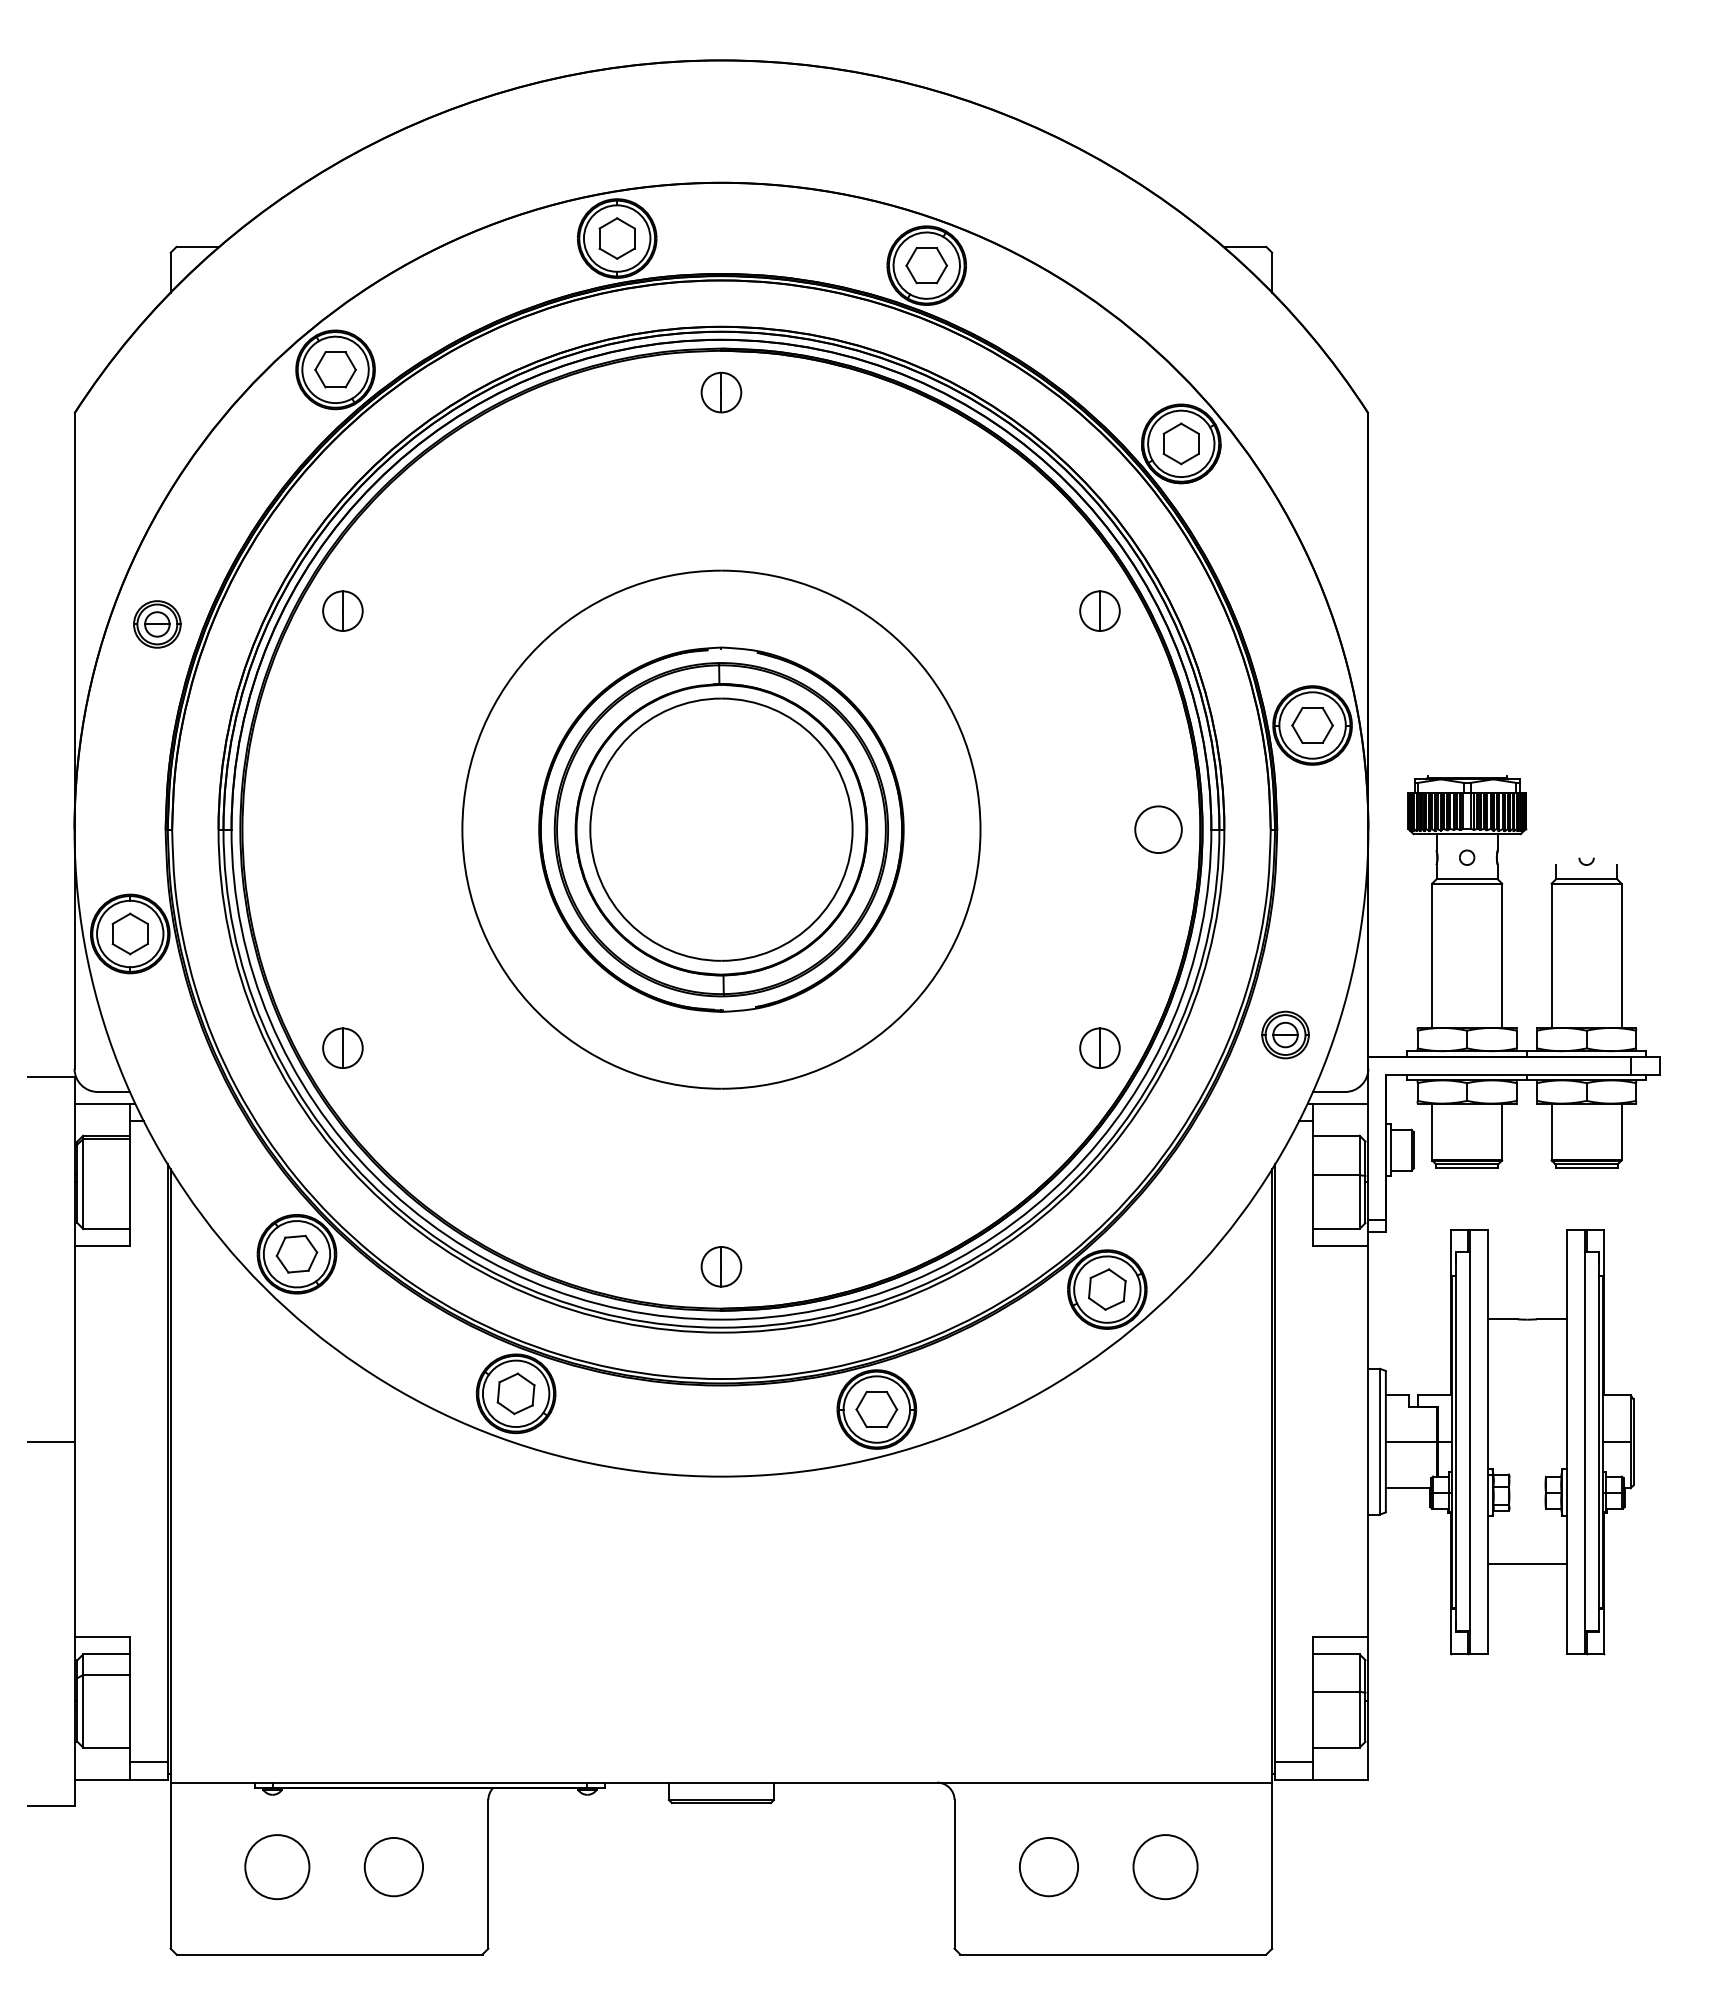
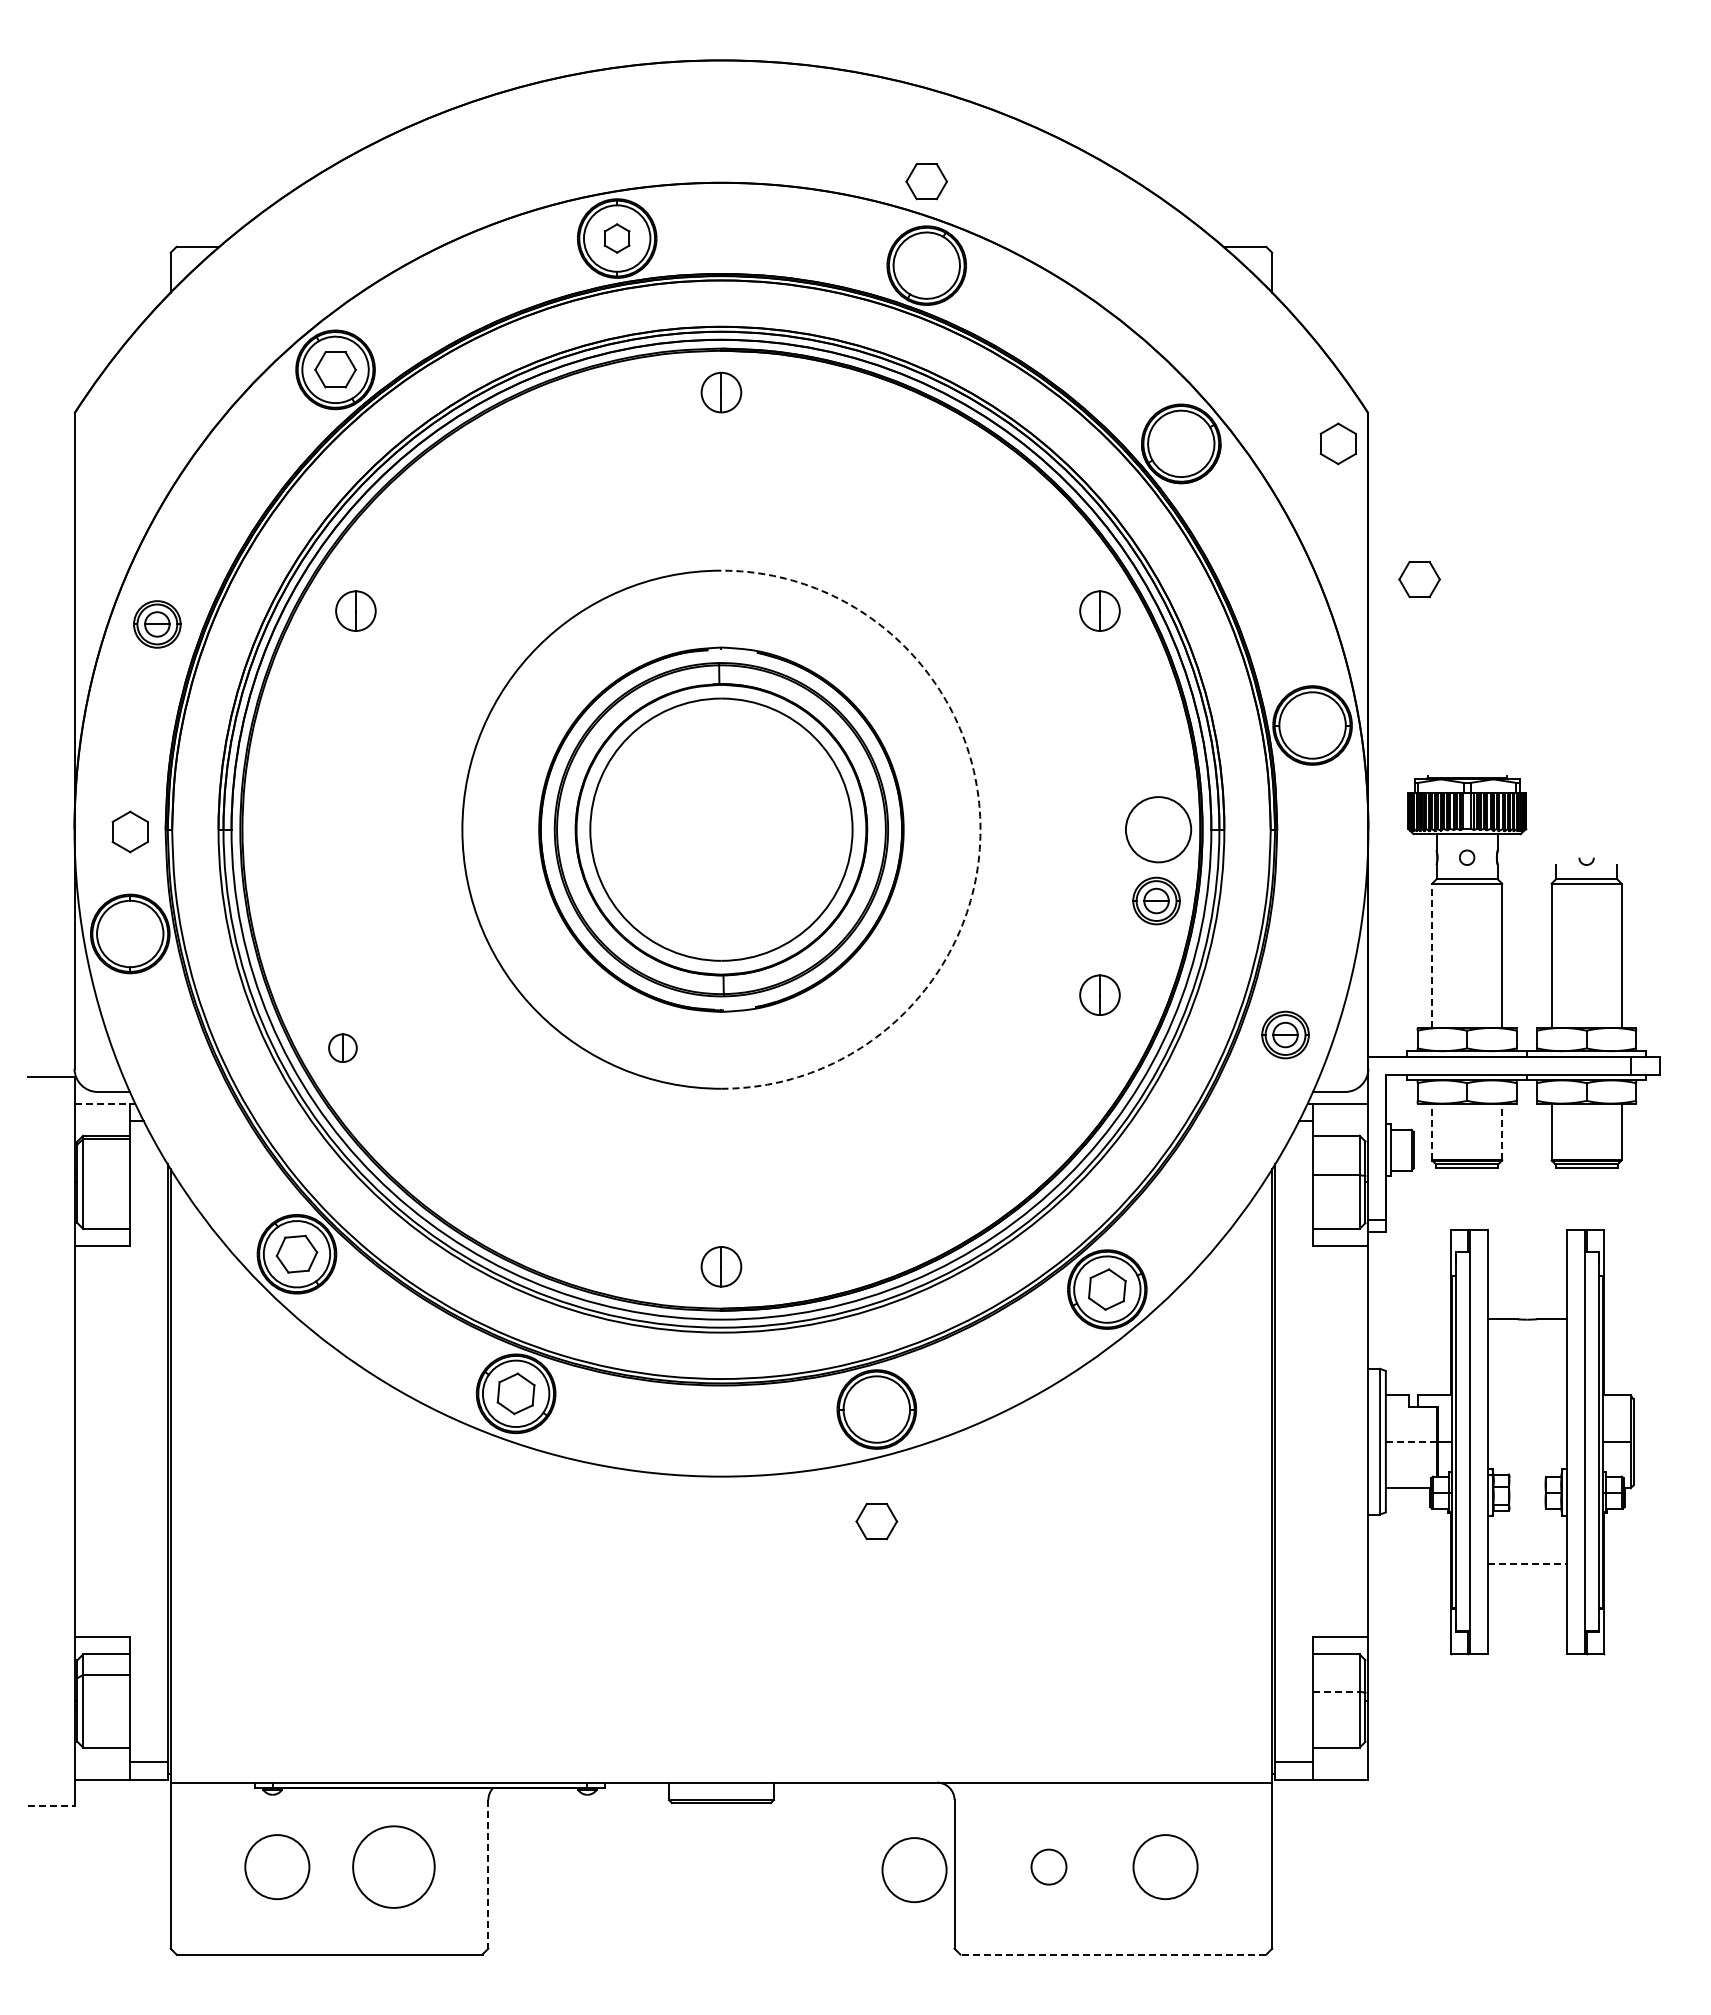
part at (616, 238) size: 38x43 px -> 28x31 px
part at (926, 265) position: (926, 265) -> (926, 181)
part at (1180, 443) position: (1180, 443) -> (1337, 443)
part at (342, 610) position: (342, 610) -> (355, 610)
part at (1312, 725) position: (1312, 725) -> (1419, 579)
arc at (980, 829): solid -> dashed
circle at (1158, 829) diameter: 47 px -> 65 px
part at (1156, 900): none -> present
part at (129, 933) position: (129, 933) -> (129, 831)
line at (1432, 955): solid -> dashed
part at (342, 1047) size: 42x42 px -> 30x30 px
part at (1099, 1047) position: (1099, 1047) -> (1099, 994)
line at (102, 1103): solid -> dashed
line at (1432, 1131): solid -> dashed
line at (1502, 1131): solid -> dashed
part at (876, 1409) position: (876, 1409) -> (876, 1521)
line at (50, 1441): present -> none
line at (1411, 1441): solid -> dashed
line at (1527, 1564): solid -> dashed
line at (1336, 1691): solid -> dashed
line at (51, 1805): solid -> dashed
circle at (393, 1866) diameter: 58 px -> 82 px
circle at (1048, 1866) diameter: 58 px -> 35 px
part at (914, 1870): none -> present
line at (488, 1874): solid -> dashed
line at (1113, 1954): solid -> dashed
